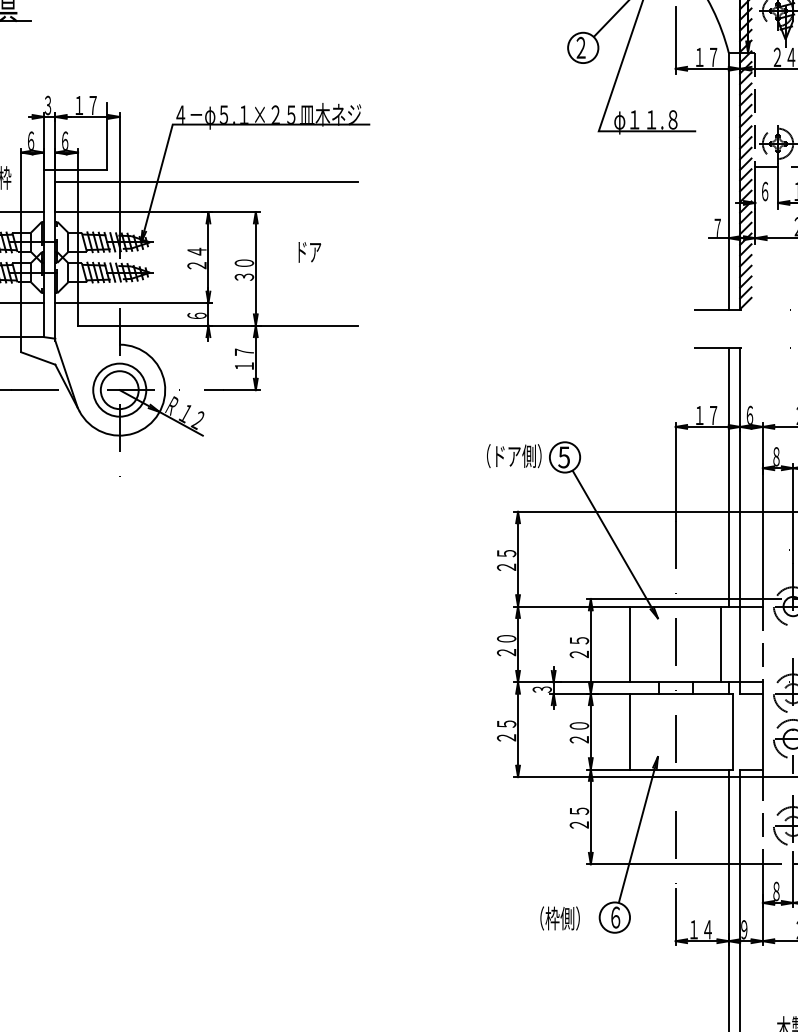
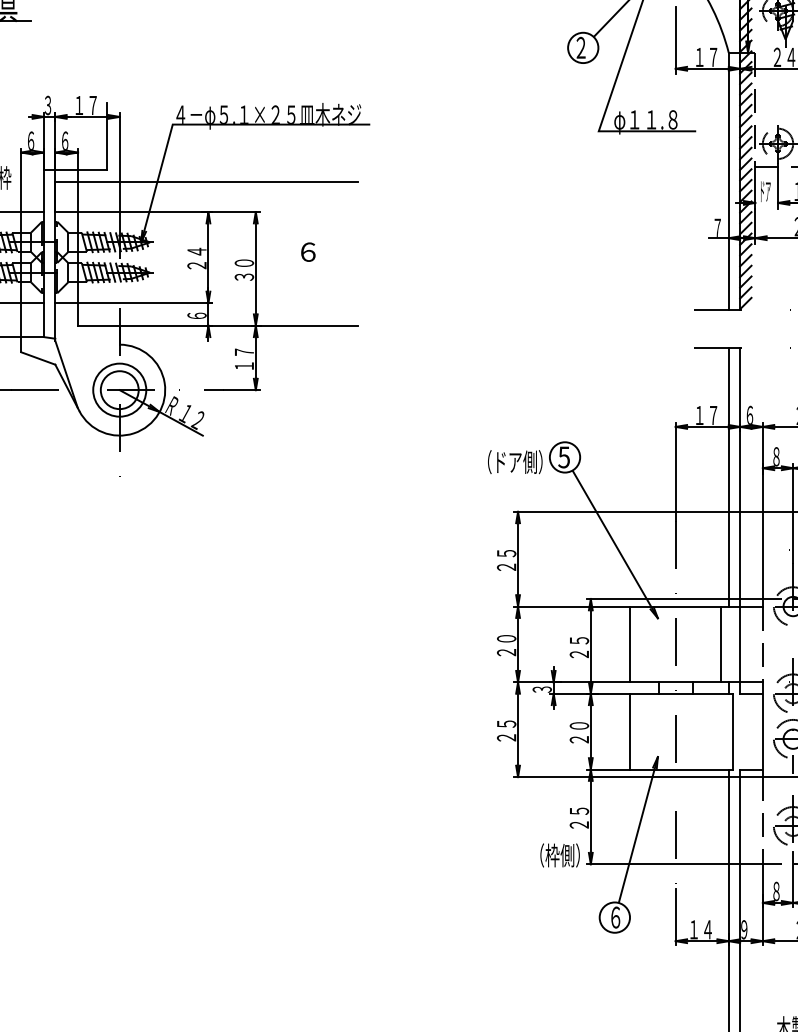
text at (765, 191): ６ -> ドア
text at (309, 252): ドア -> ６
text at (514, 456) position: (514, 456) -> (515, 462)
text at (559, 918) position: (559, 918) -> (559, 855)
